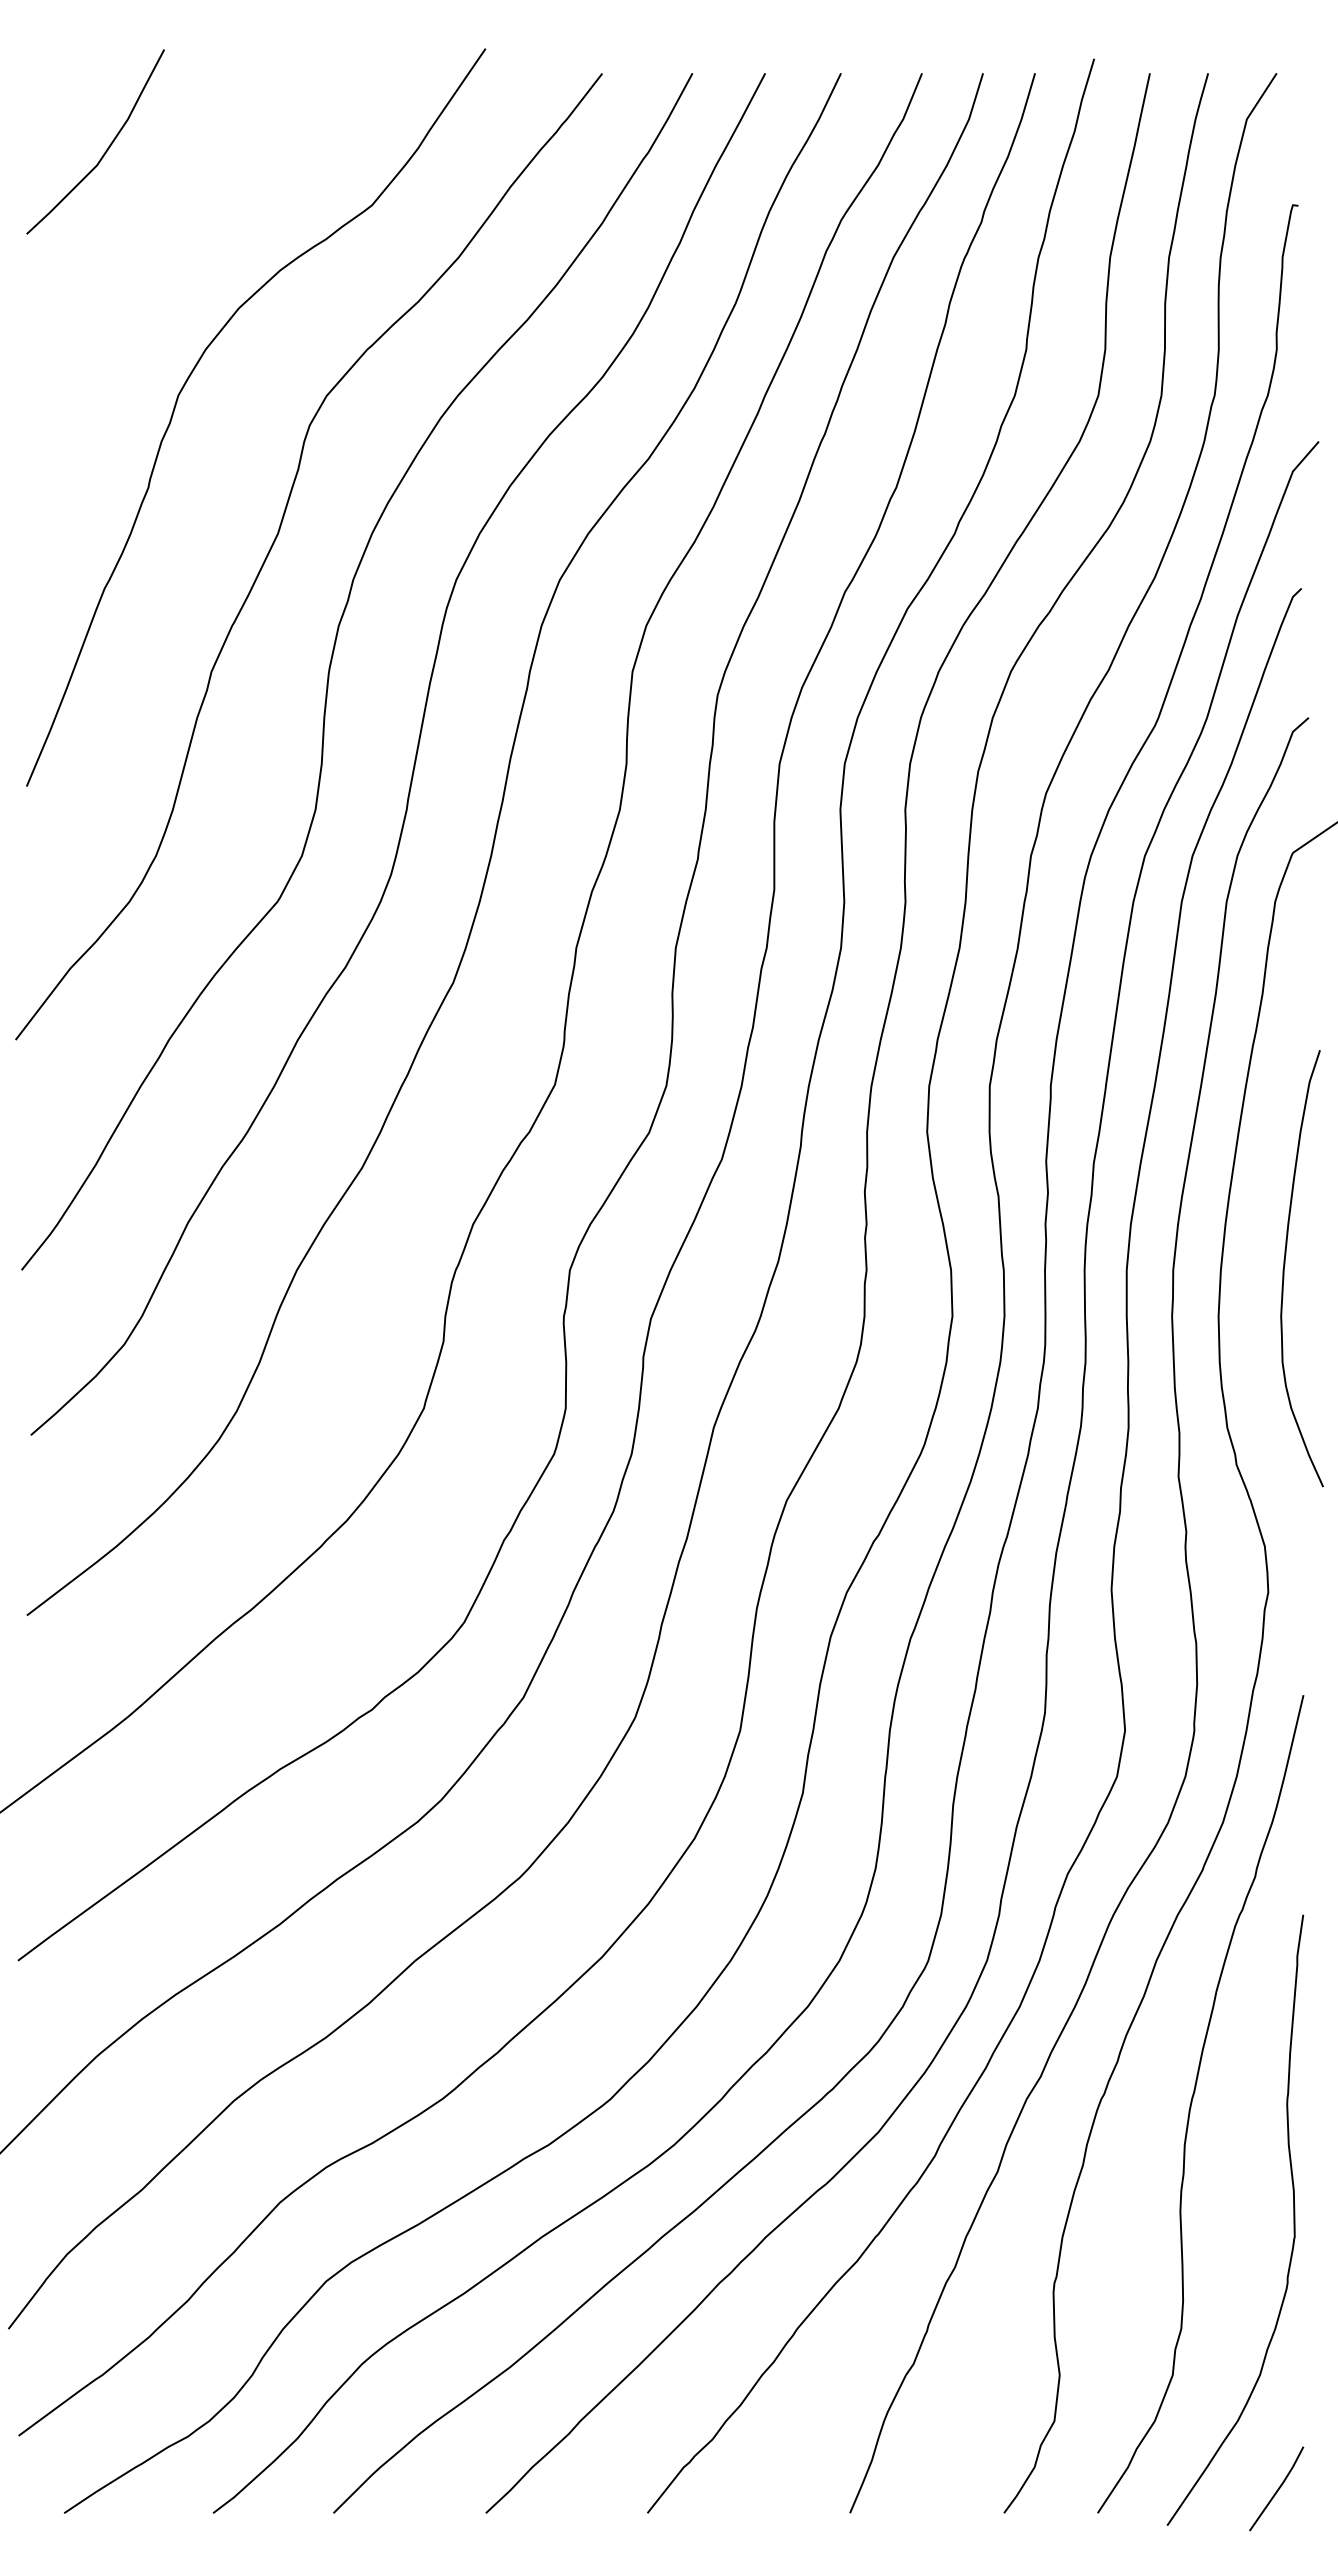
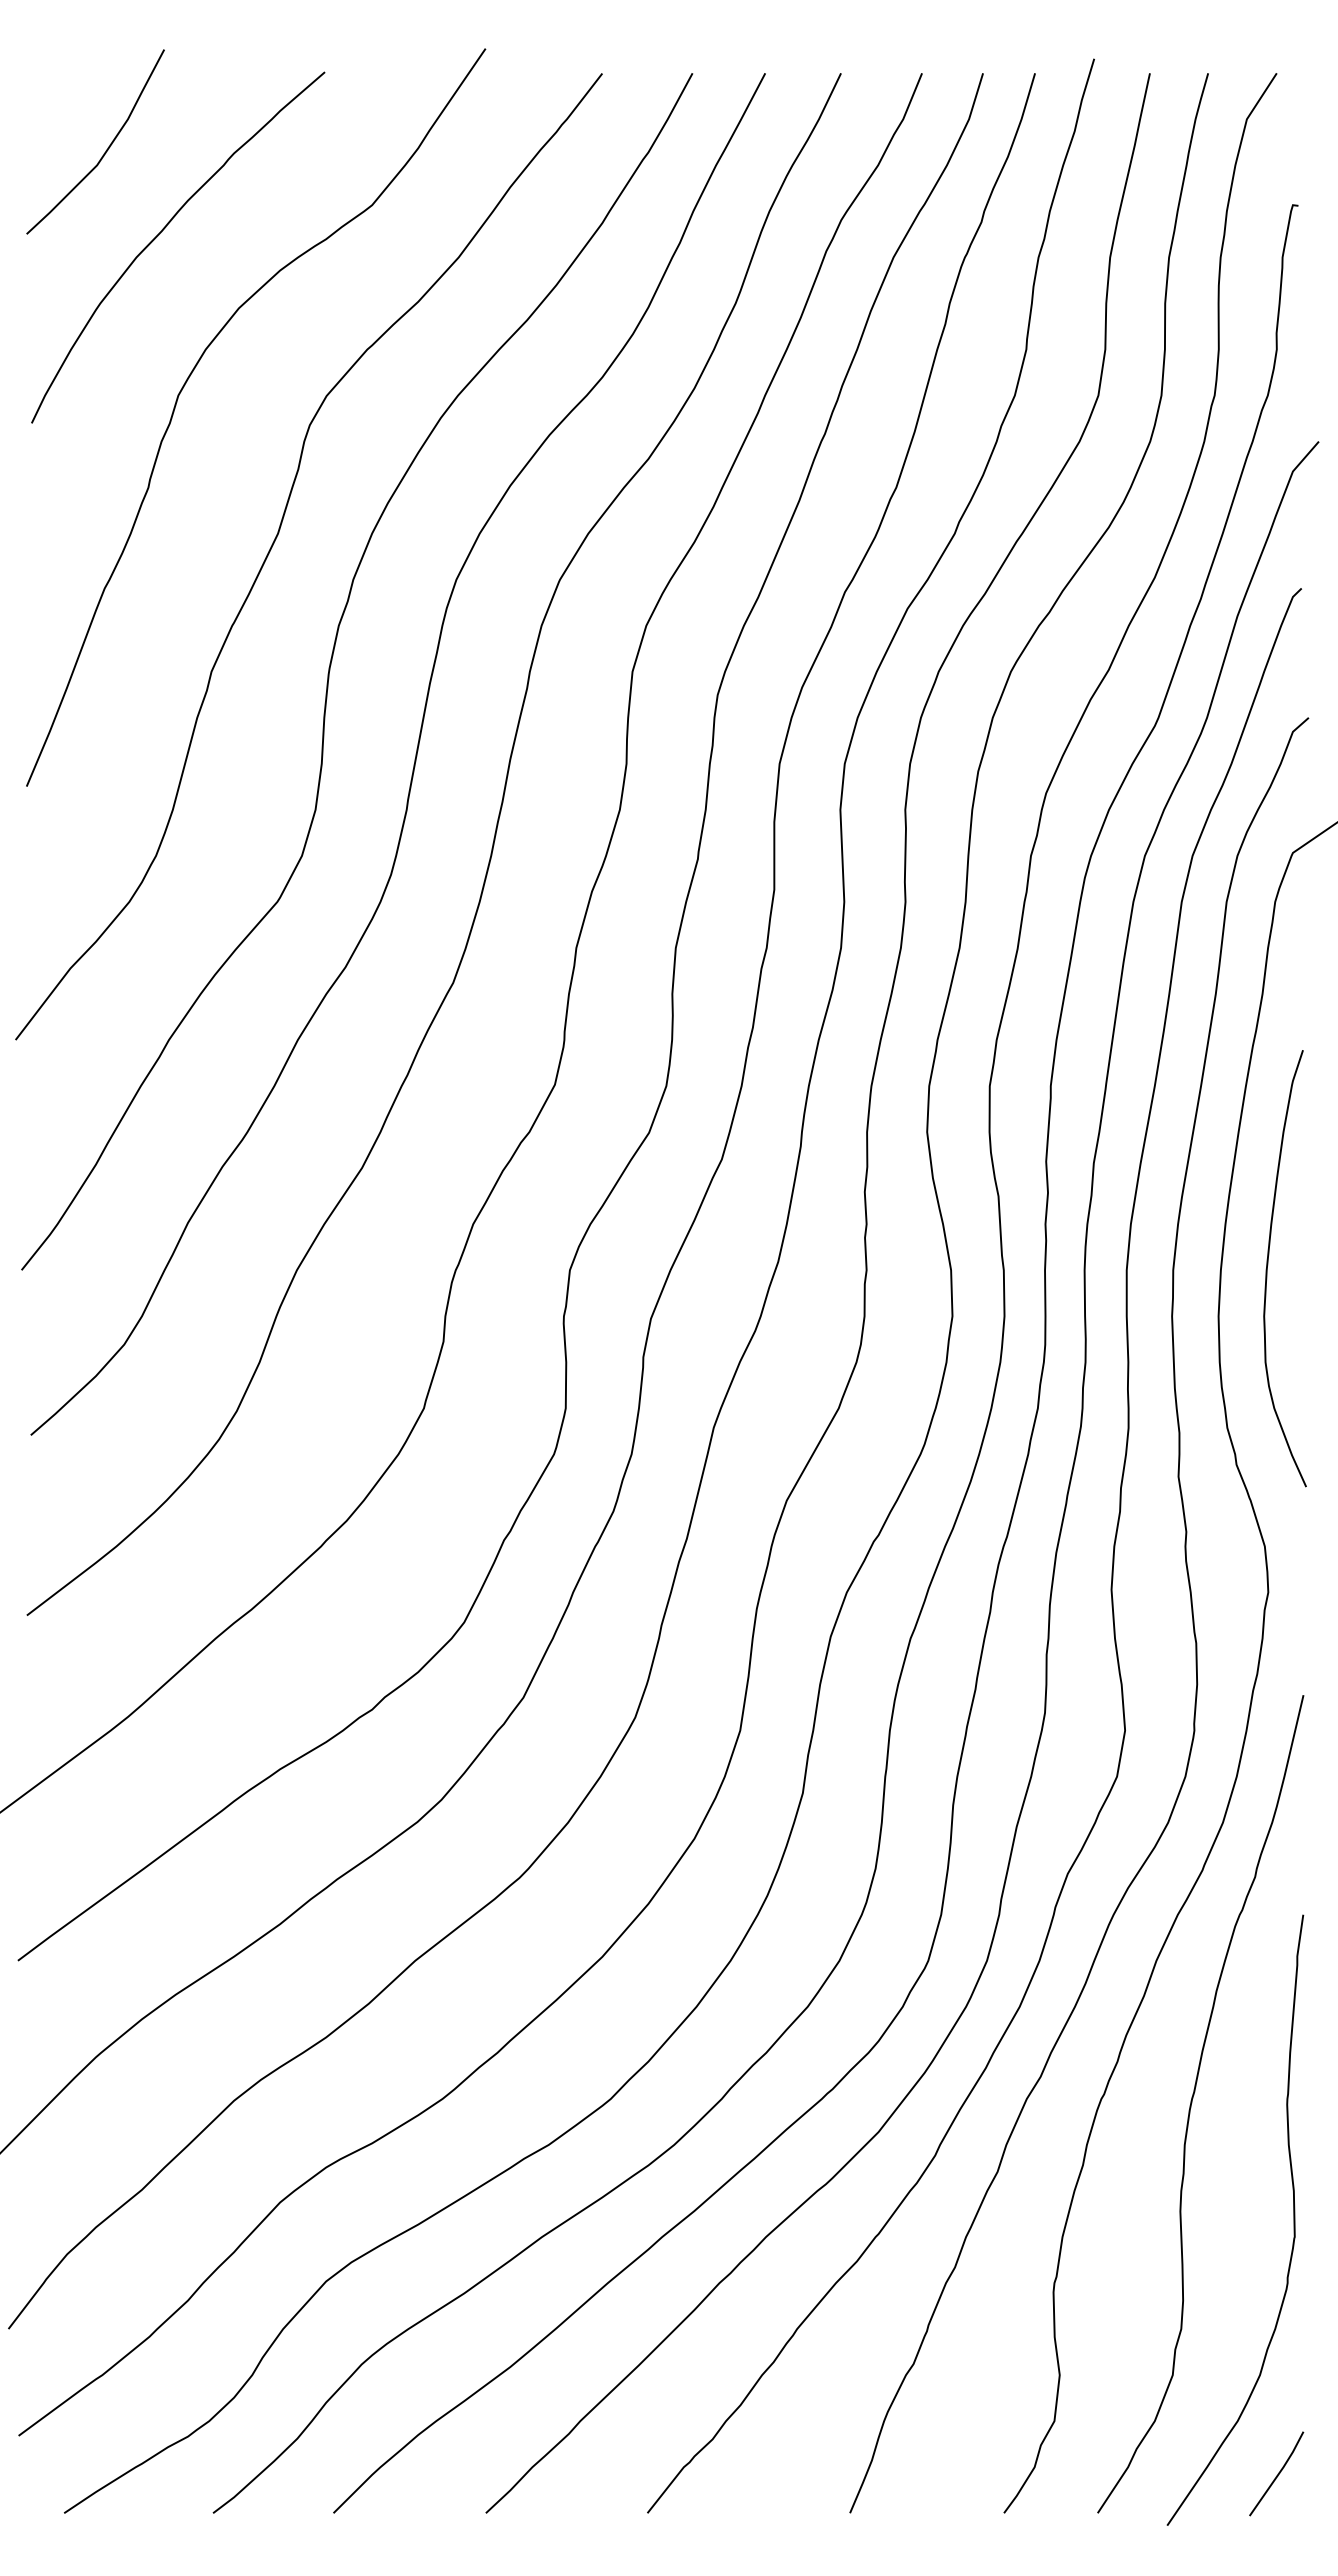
curve at (162, 231): none -> present
curve at (1285, 1265) position: (1285, 1265) -> (1268, 1265)
line at (1277, 2489) position: (1277, 2489) -> (1277, 2474)
